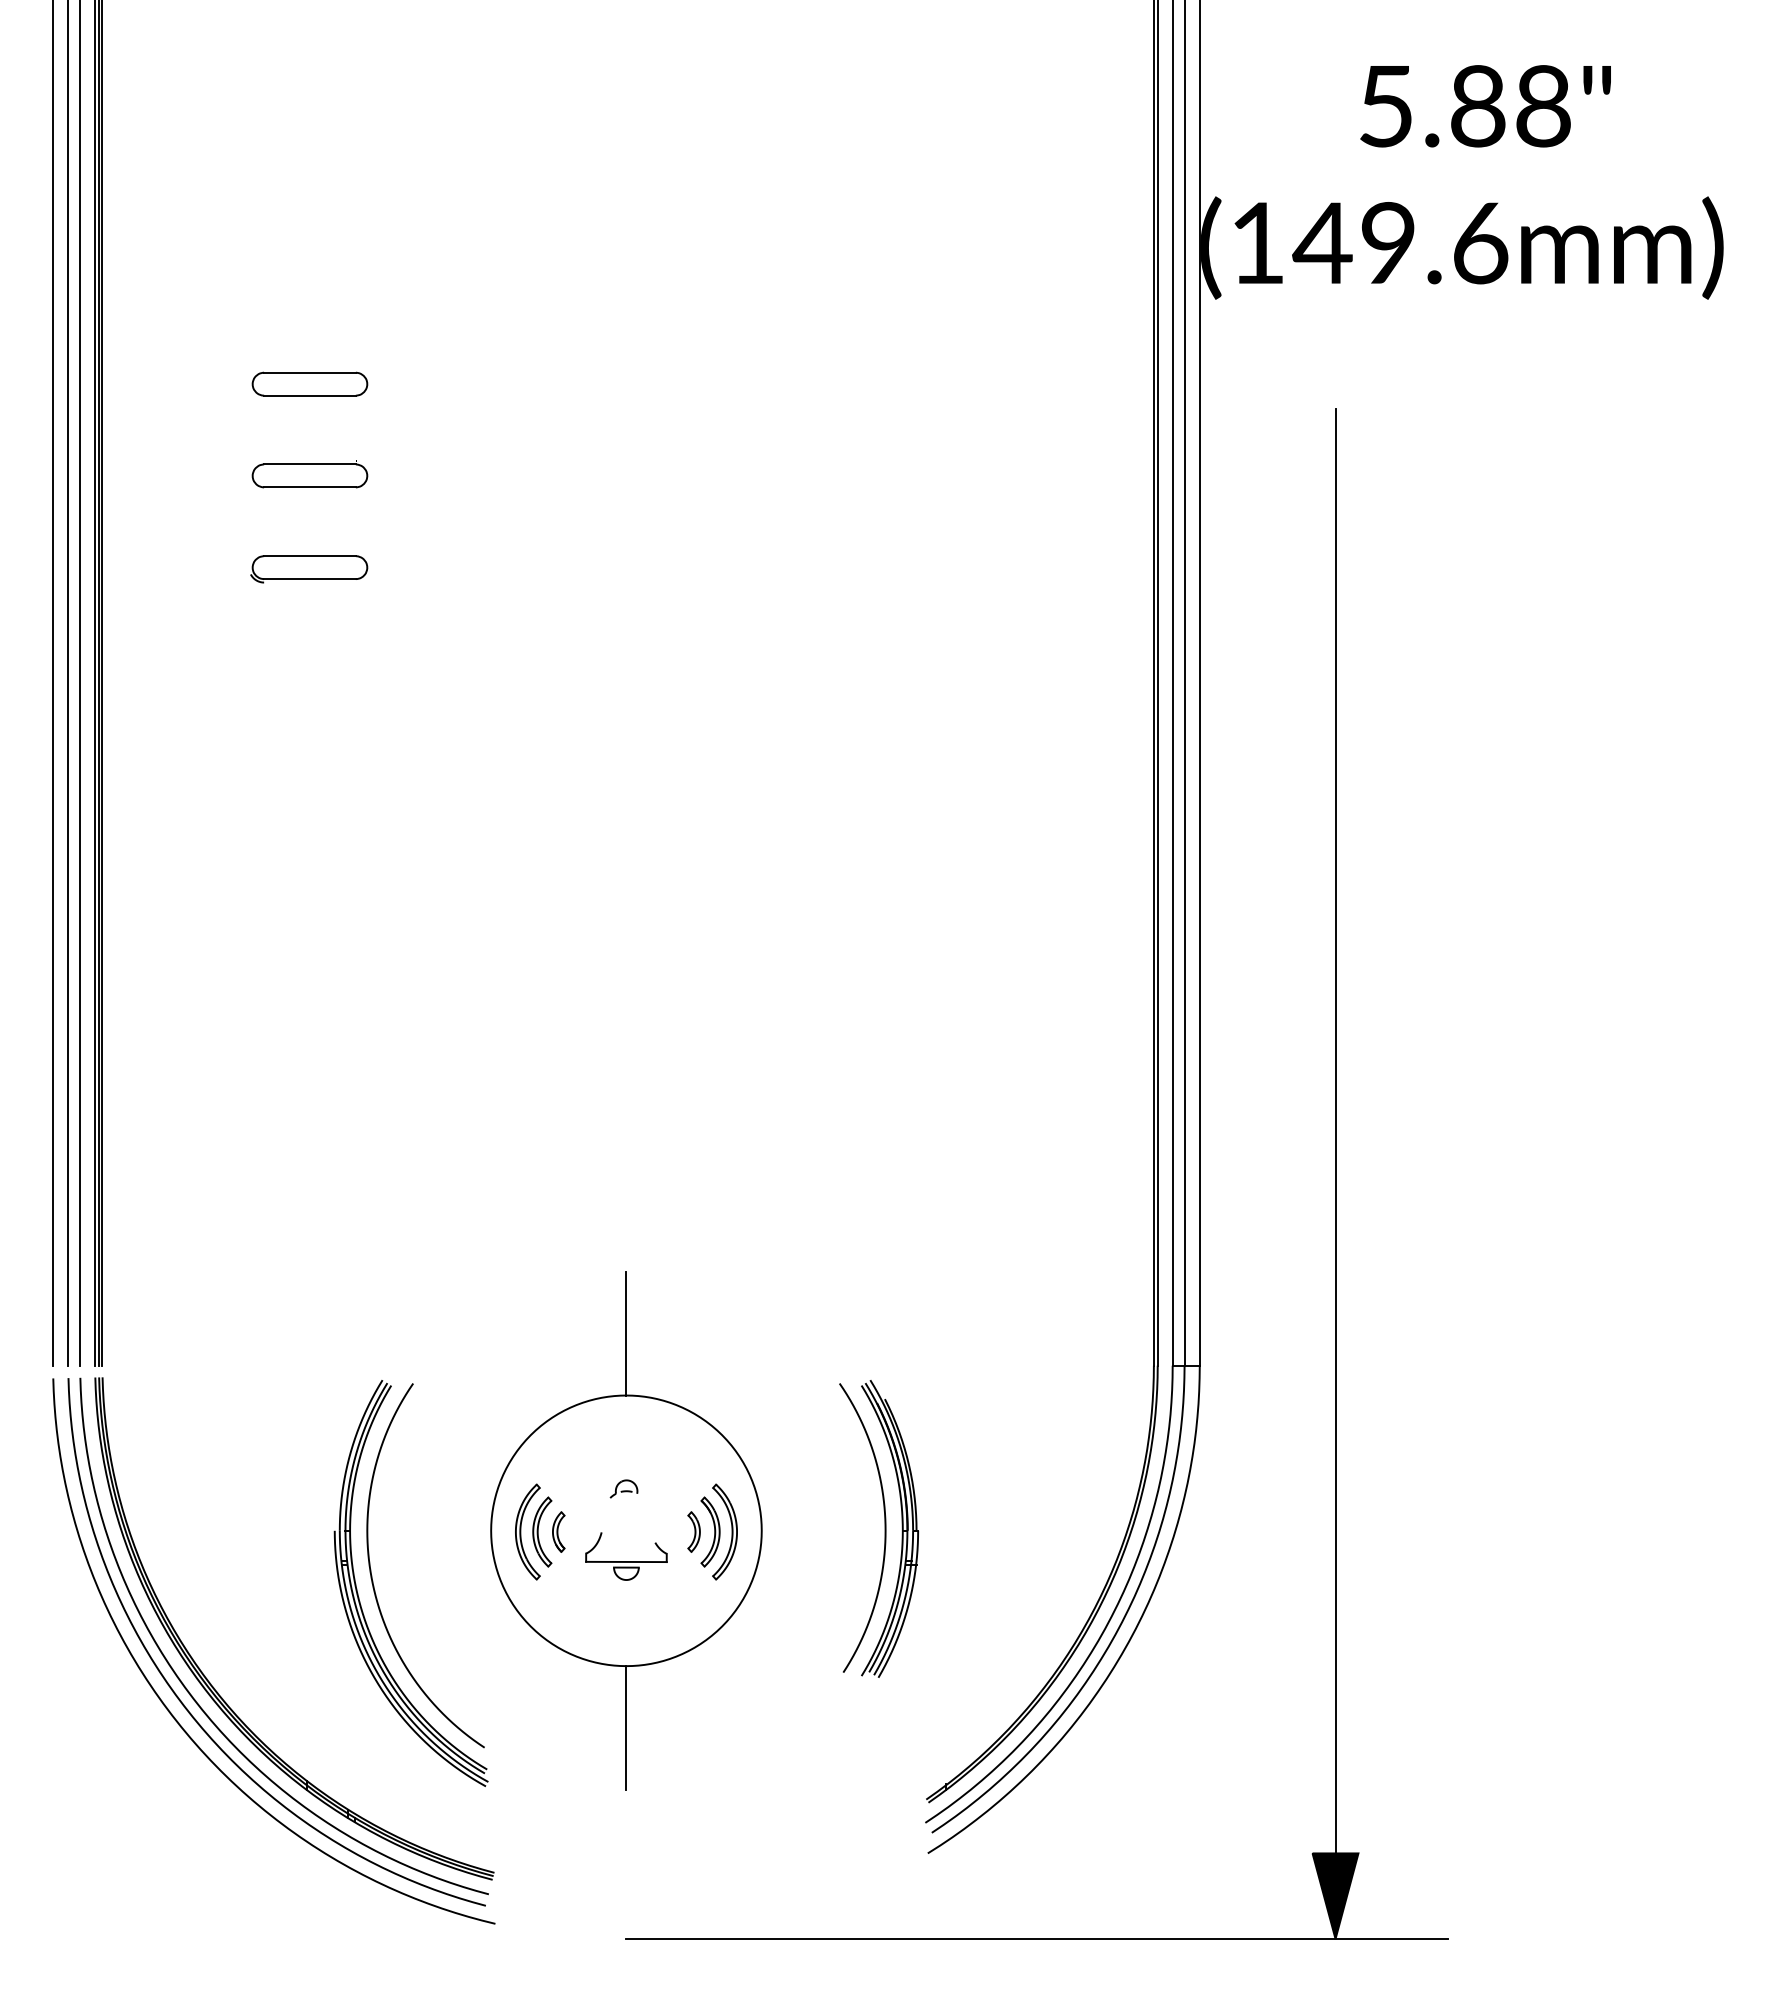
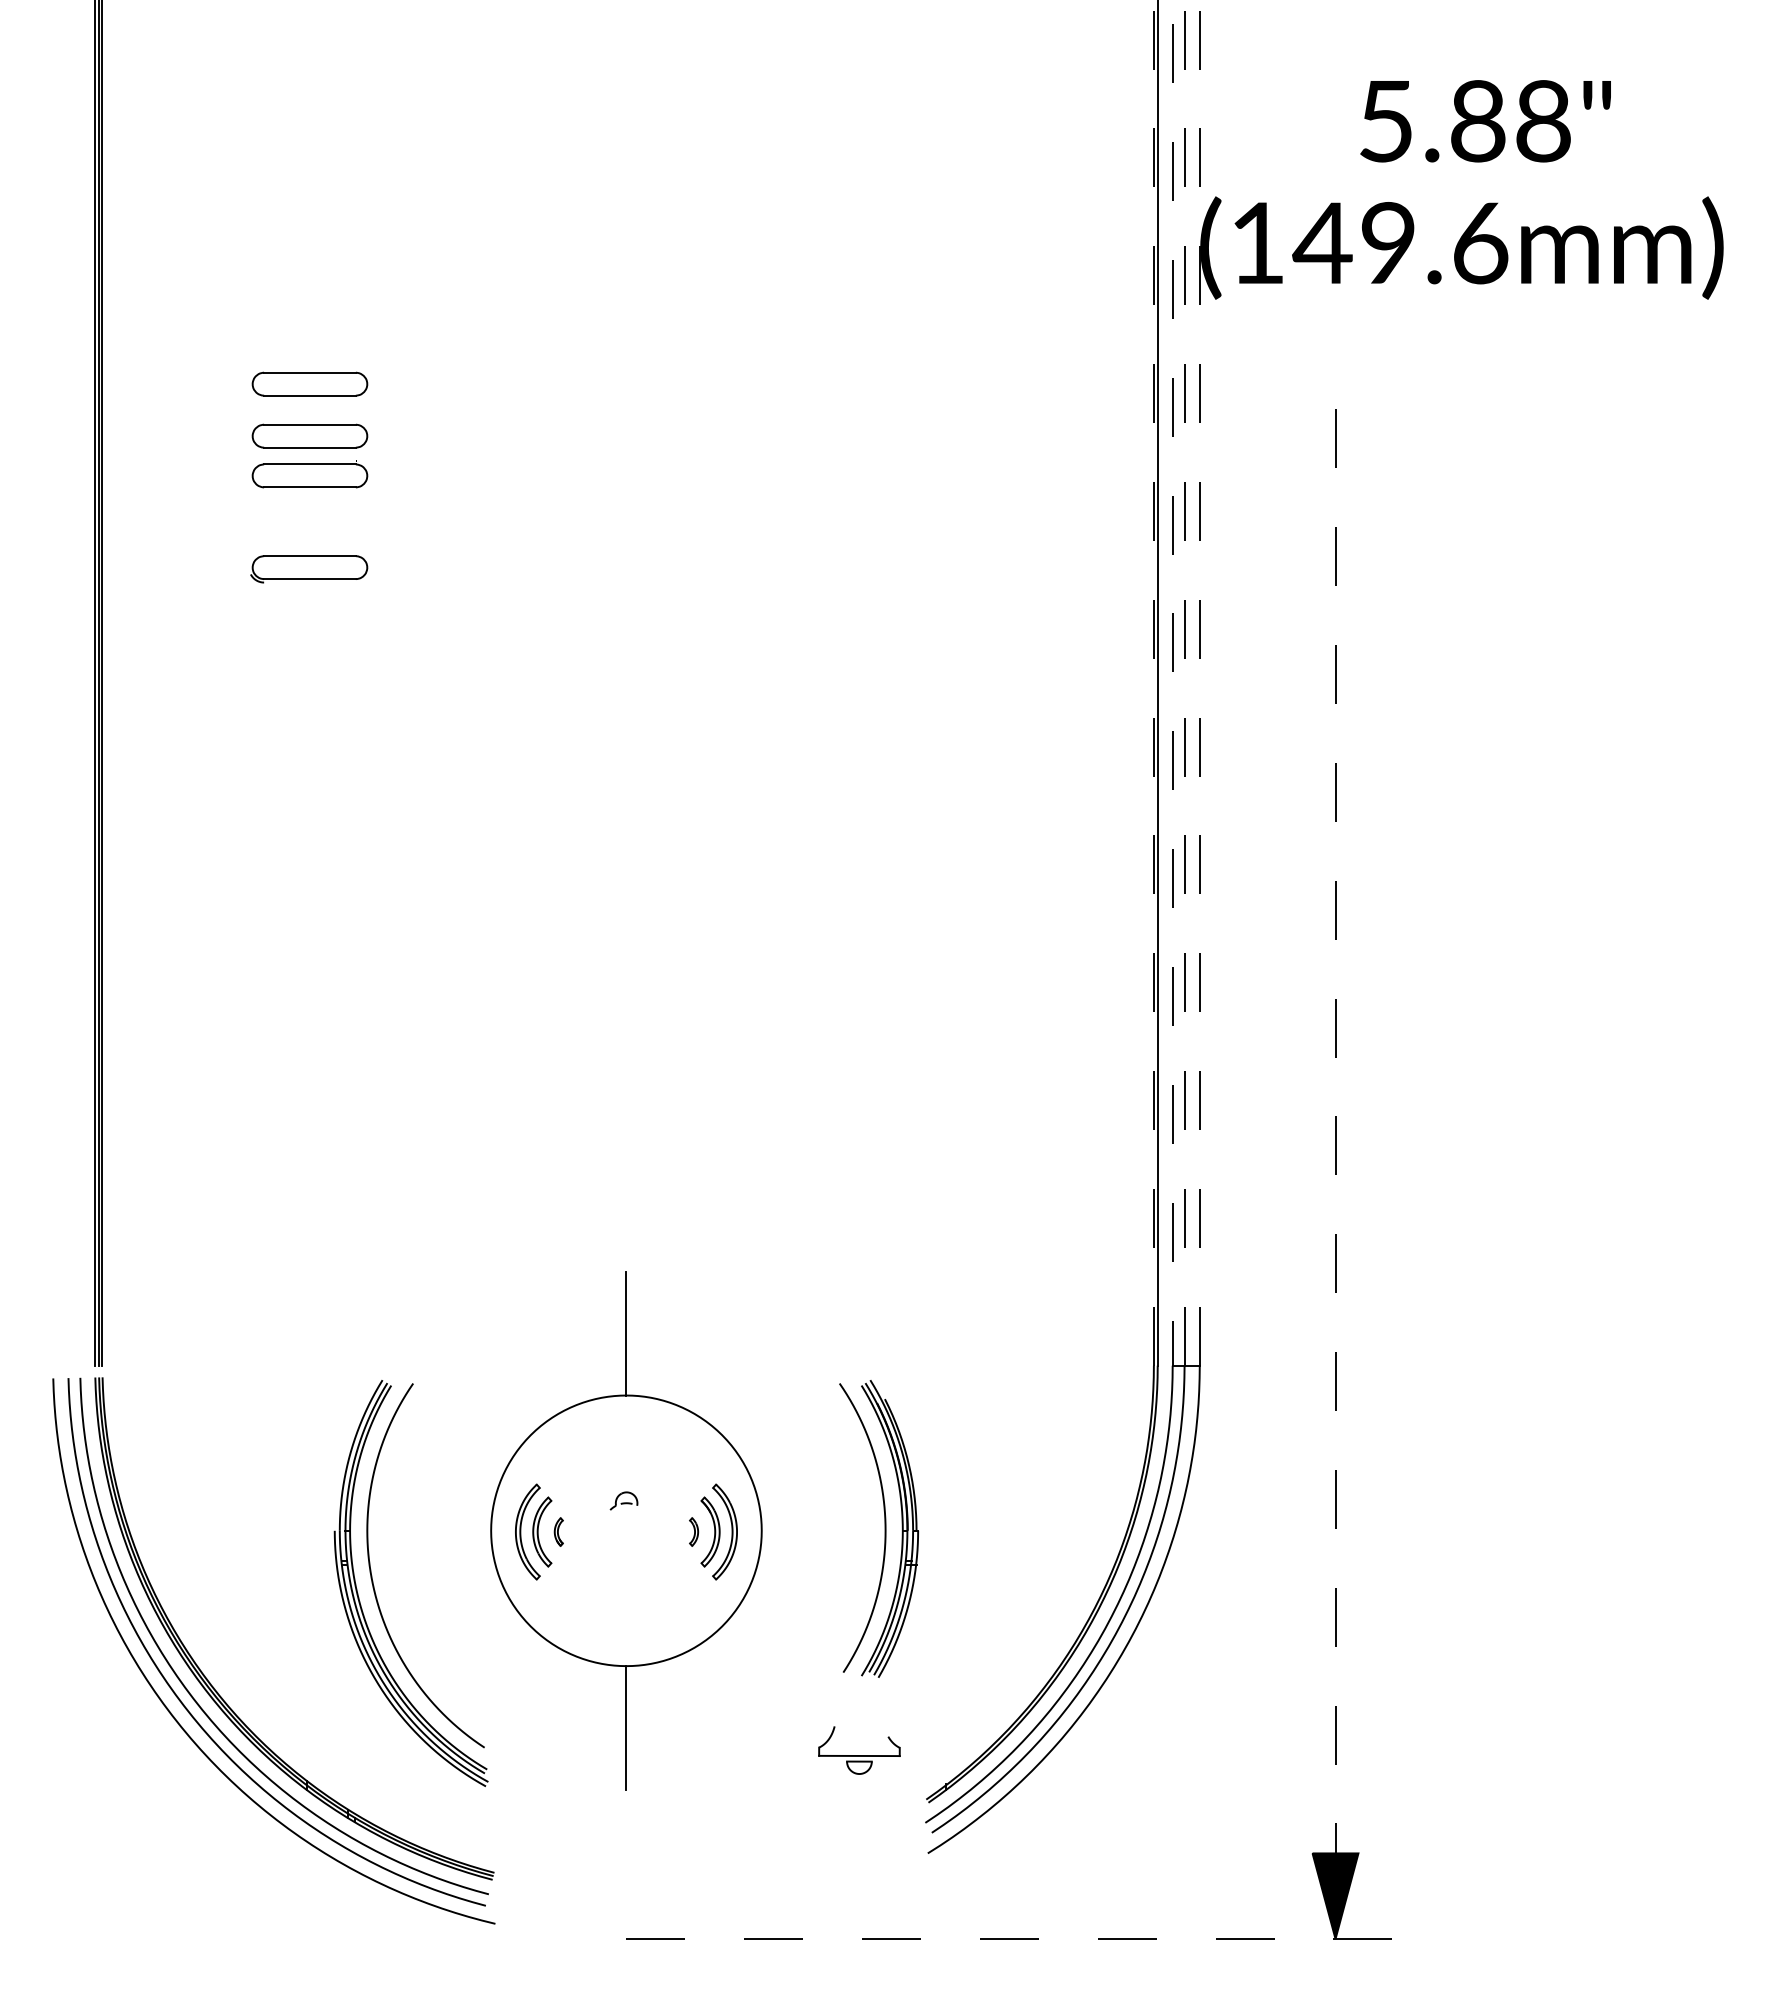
text at (1485, 106) position: (1485, 106) -> (1485, 121)
part at (309, 435): none -> present
line at (1153, 682): solid -> dashed
line at (1172, 682): solid -> dashed
line at (1184, 682): solid -> dashed
line at (1199, 682): solid -> dashed
line at (53, 683): present -> none
line at (68, 683): present -> none
line at (80, 683): present -> none
line at (1335, 1136): solid -> dashed
part at (623, 1488) position: (623, 1488) -> (623, 1500)
part at (558, 1531) size: 14x42 px -> 11x30 px
part at (693, 1531) size: 14x42 px -> 11x30 px
part at (626, 1556) position: (626, 1556) -> (859, 1750)
line at (1037, 1939): solid -> dashed
